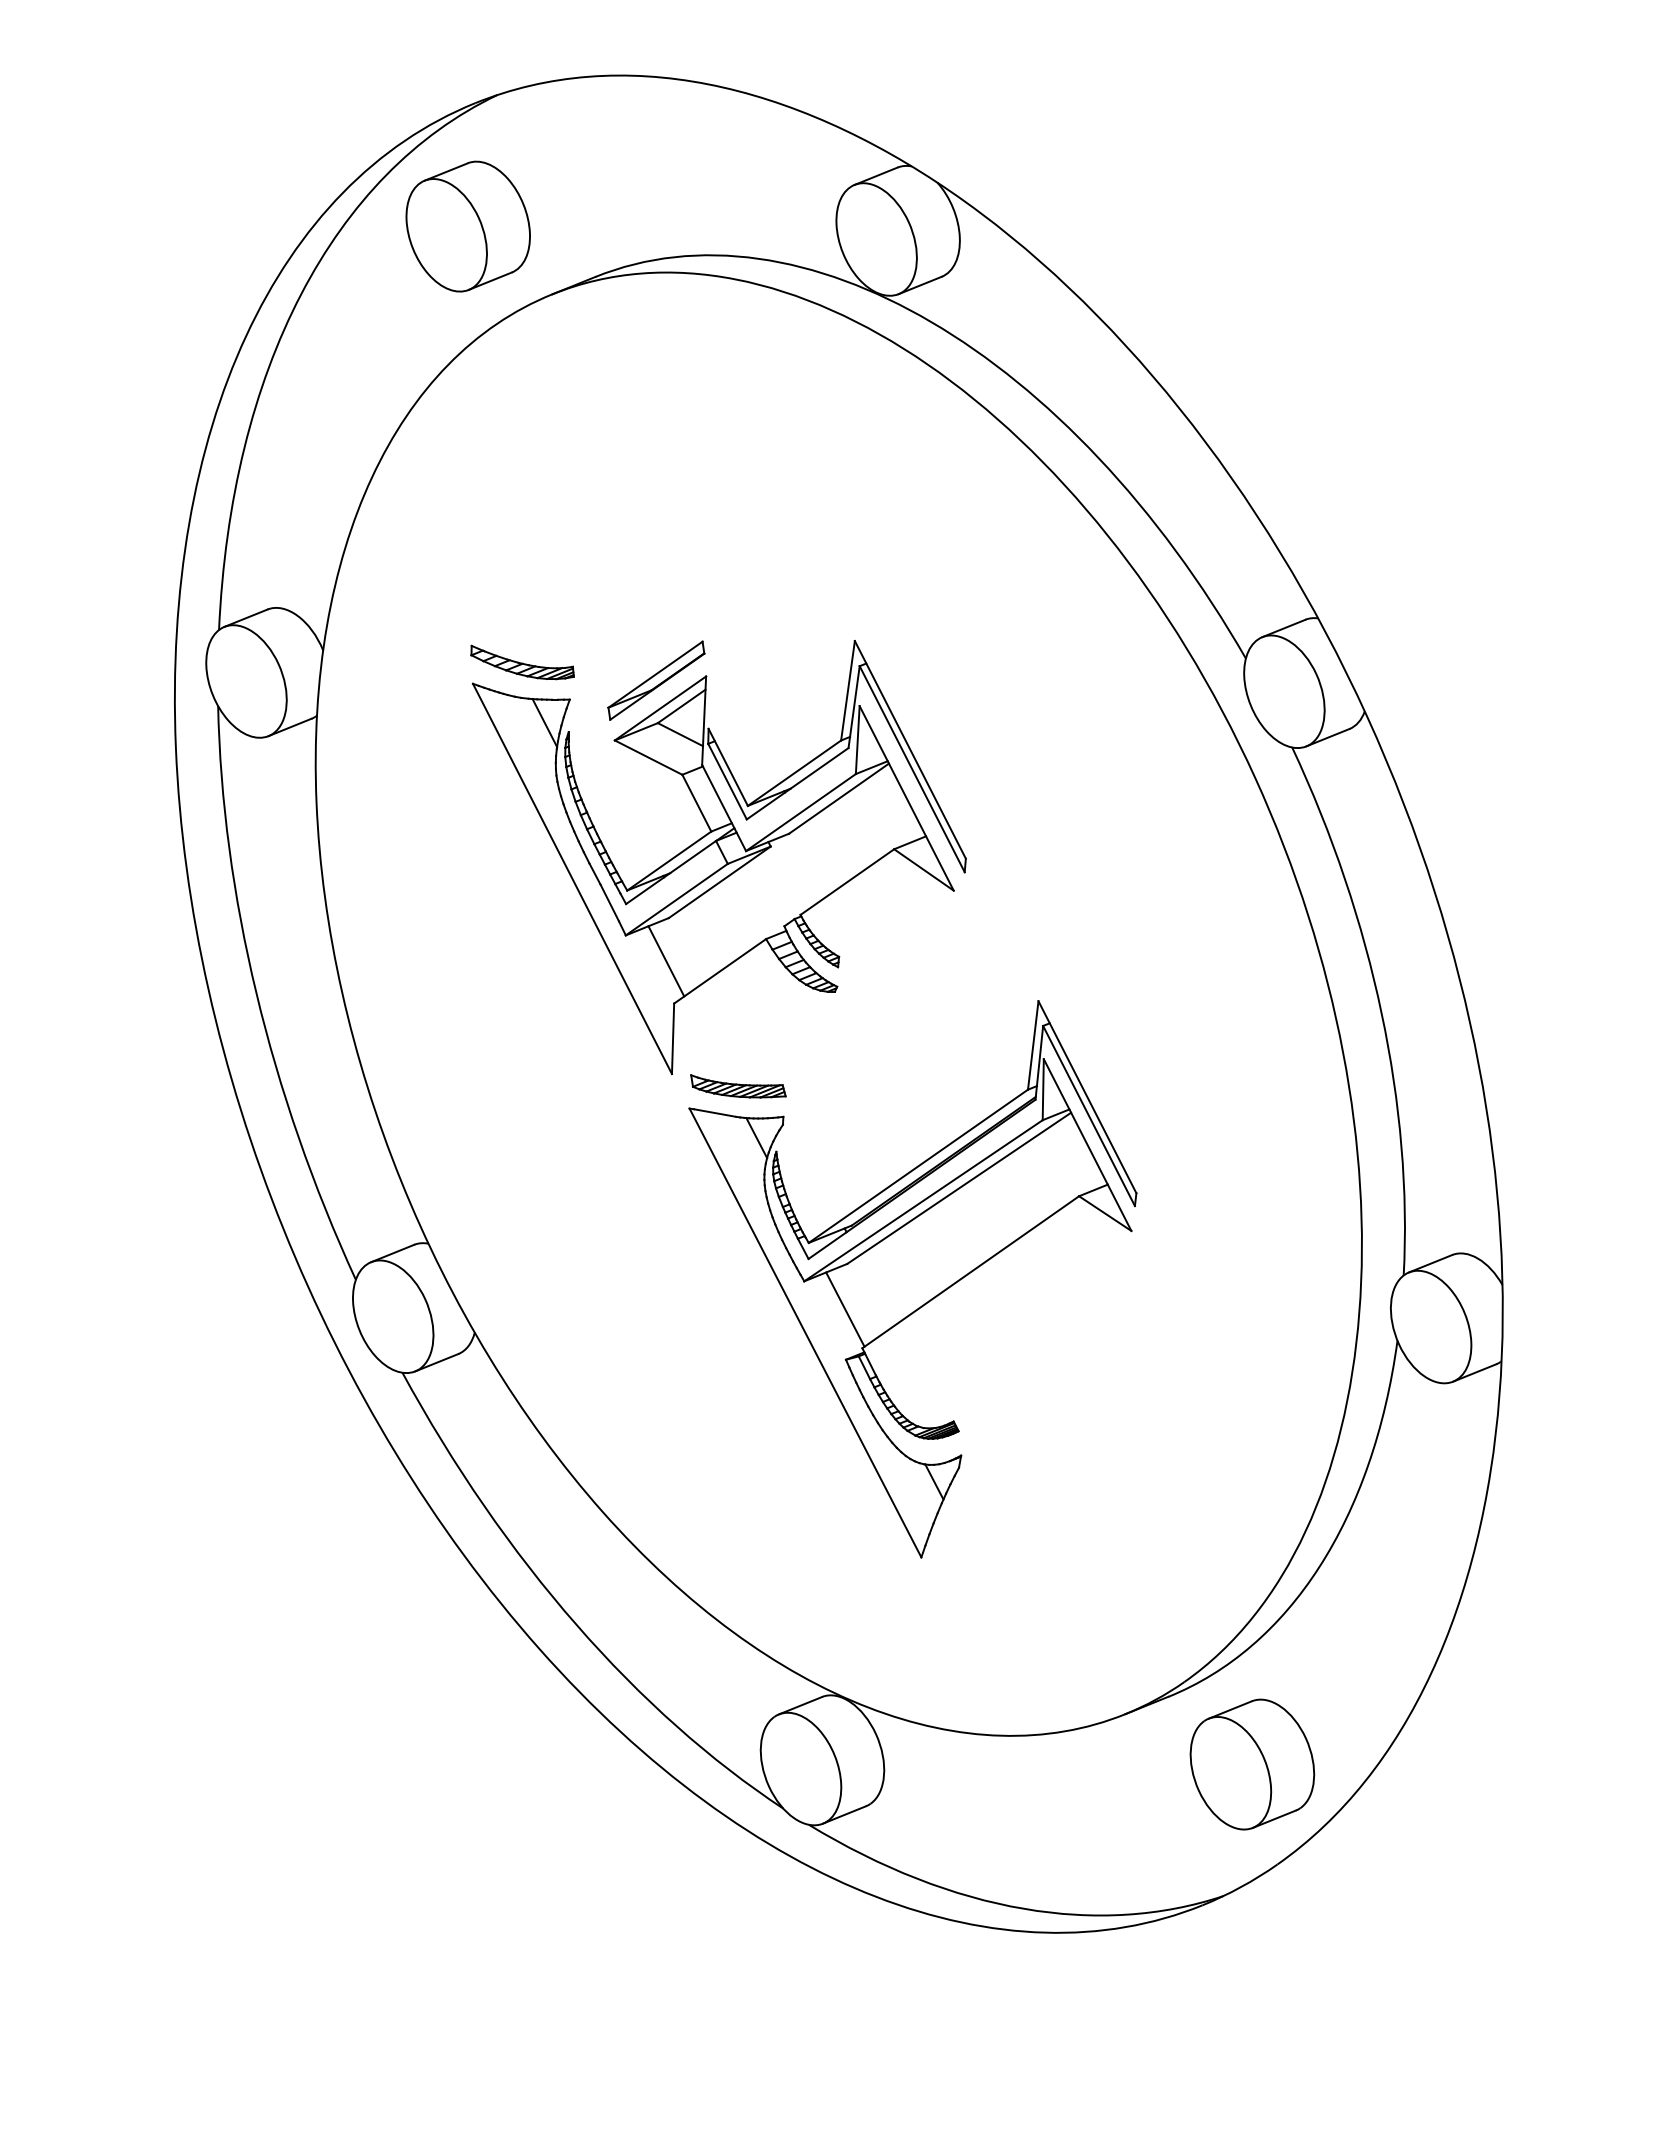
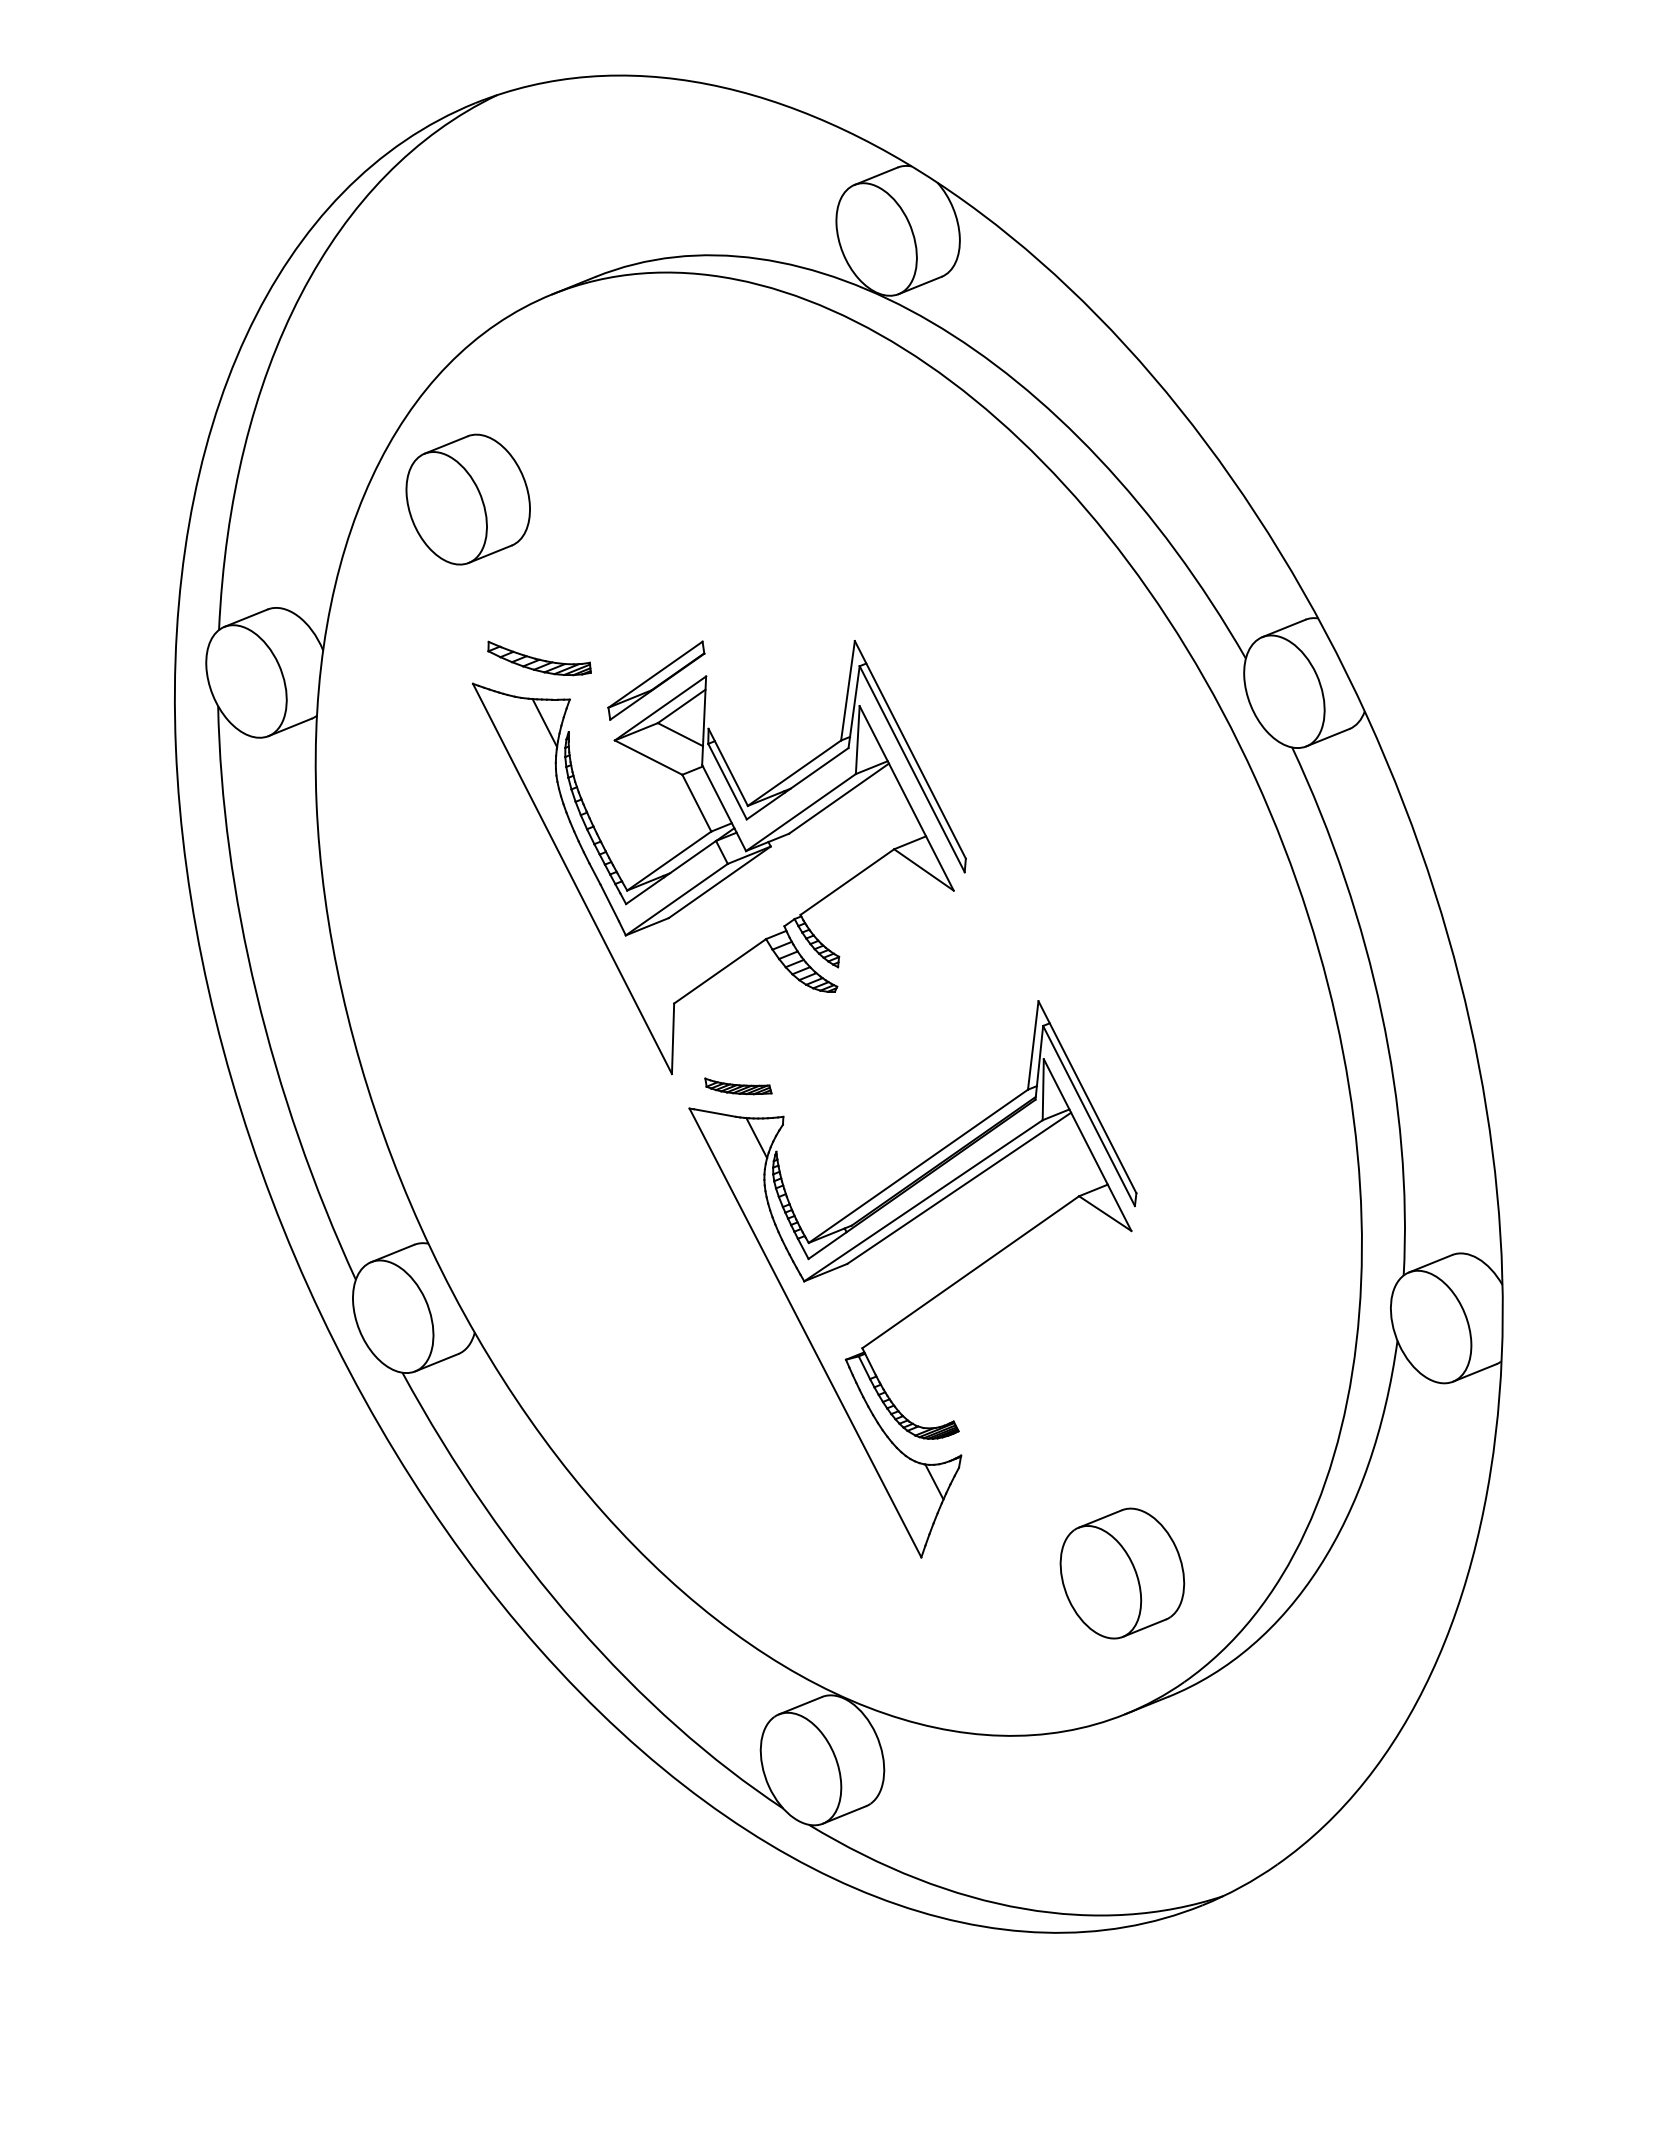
part at (467, 226) position: (467, 226) -> (467, 499)
part at (522, 662) position: (522, 662) -> (539, 658)
line at (666, 961): present -> none
part at (738, 1086) size: 97x25 px -> 69x19 px
line at (845, 1309): present -> none
part at (1252, 1764) position: (1252, 1764) -> (1122, 1573)
